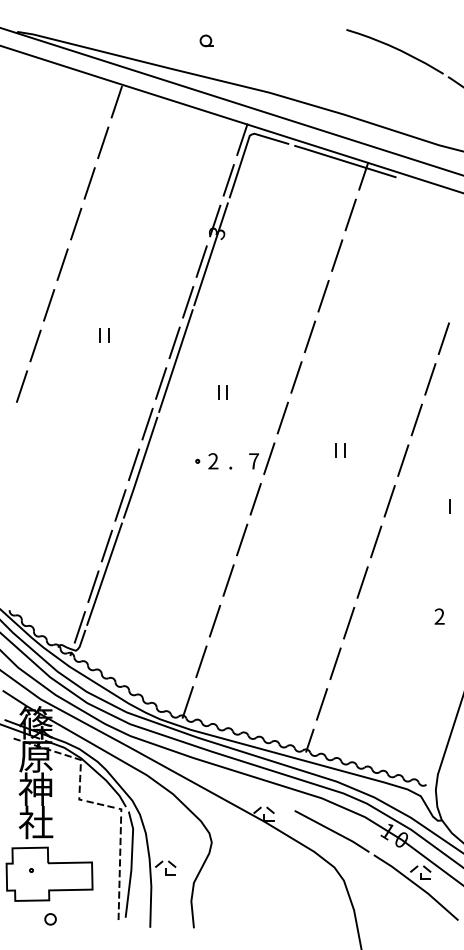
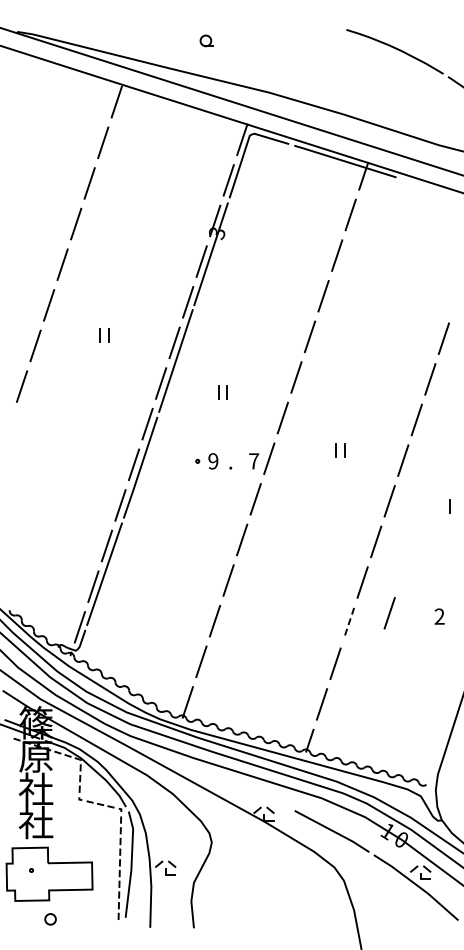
text at (213, 461): 2 -> 9
line at (389, 613): none -> present
line at (348, 623): solid -> dashed
text at (36, 788): 神 -> 社
